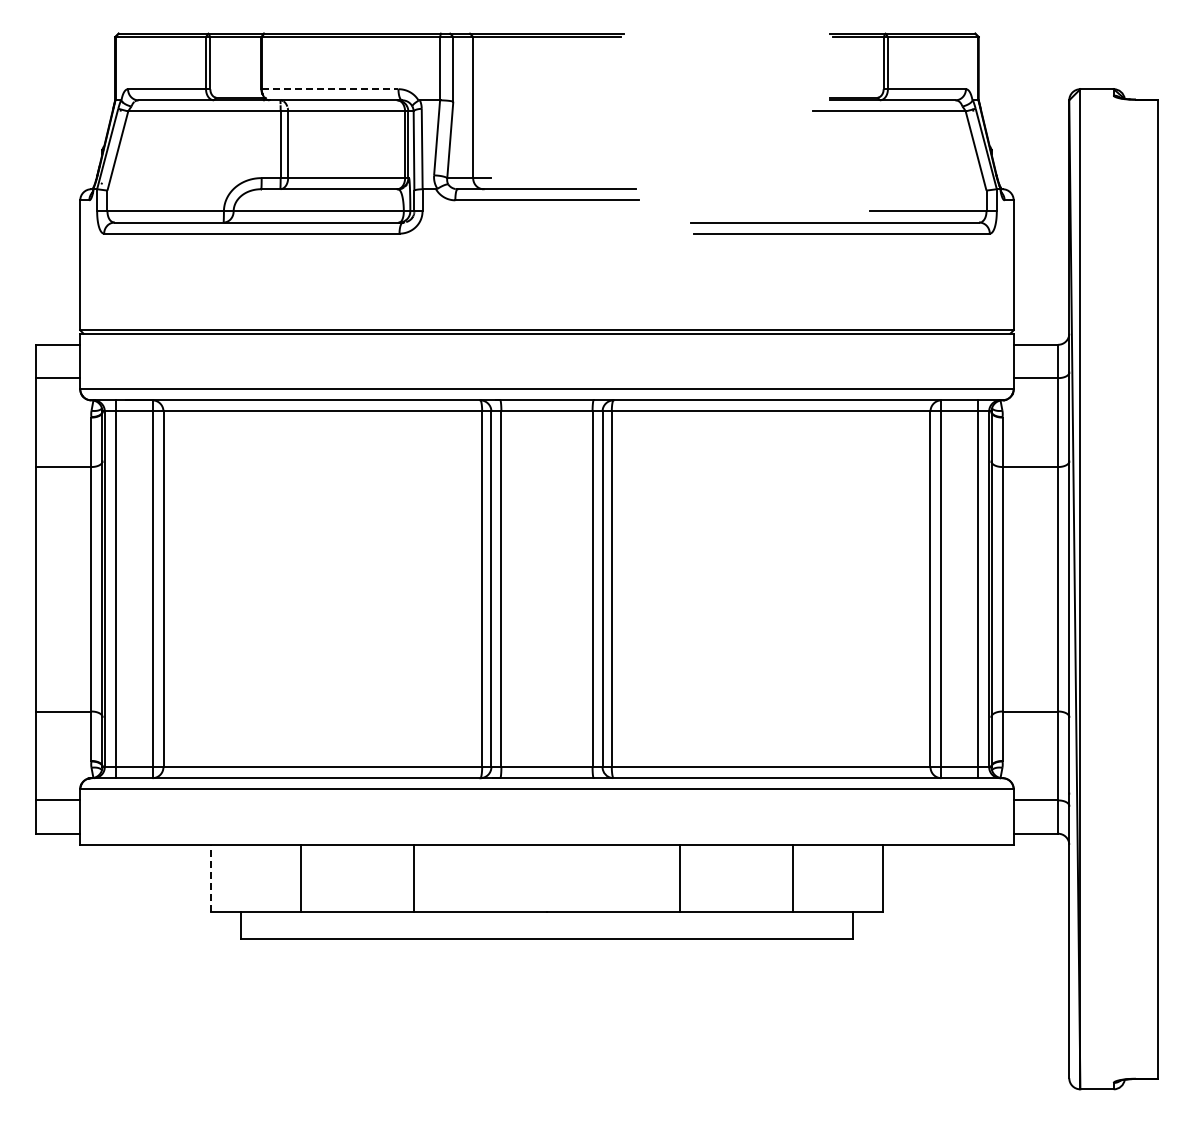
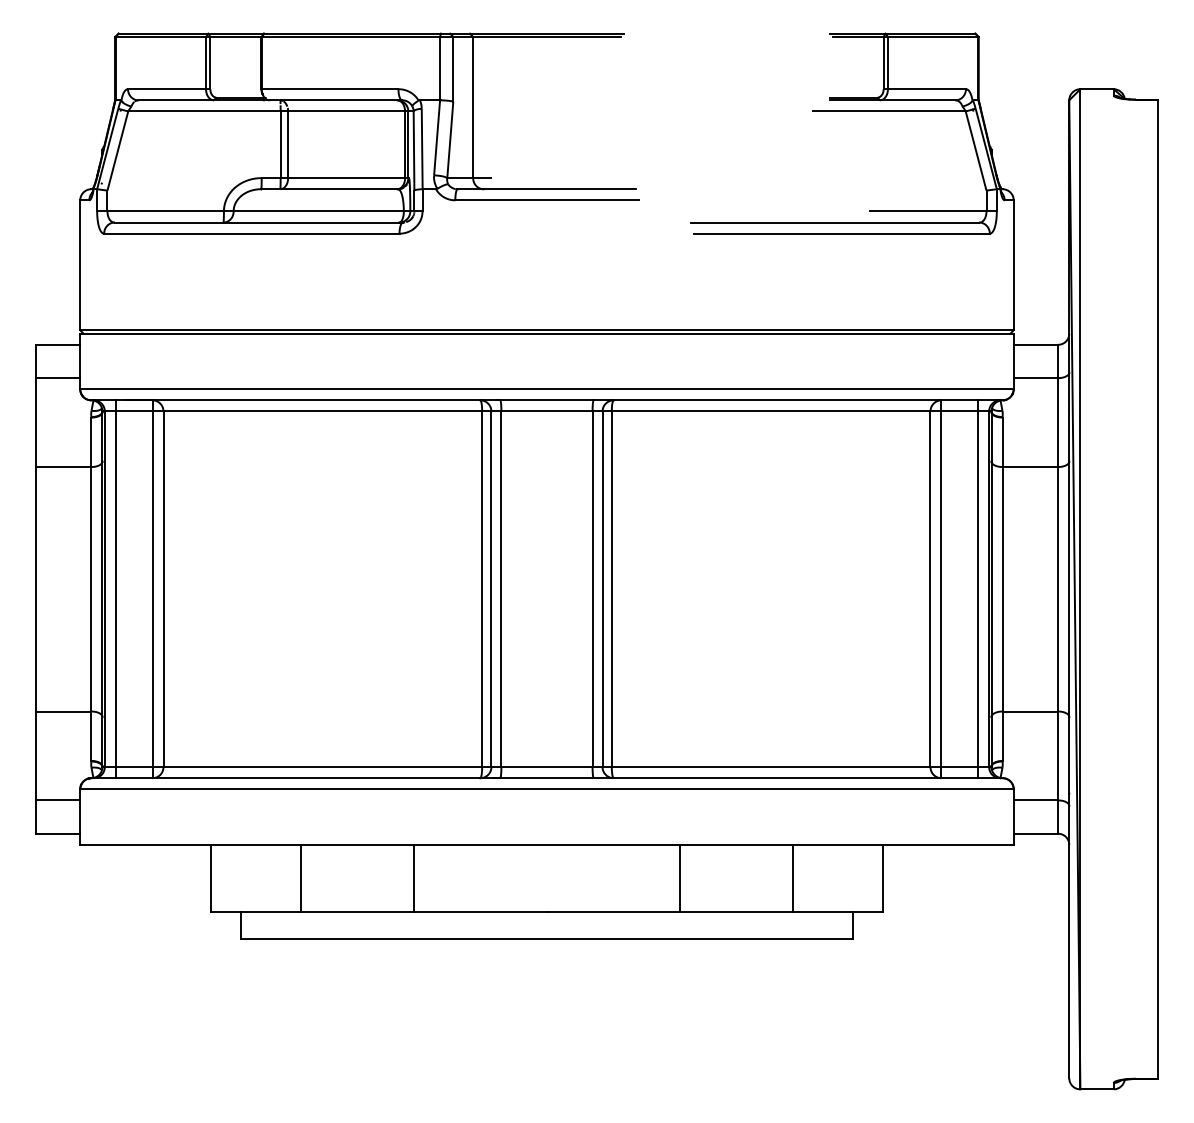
line at (330, 89): dashed -> solid
line at (210, 877): dashed -> solid
